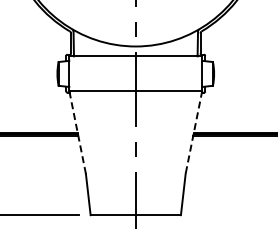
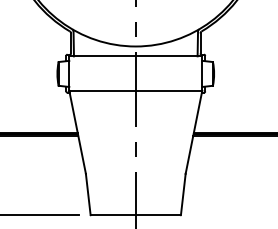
line at (77, 131): dashed -> solid
line at (193, 132): dashed -> solid
